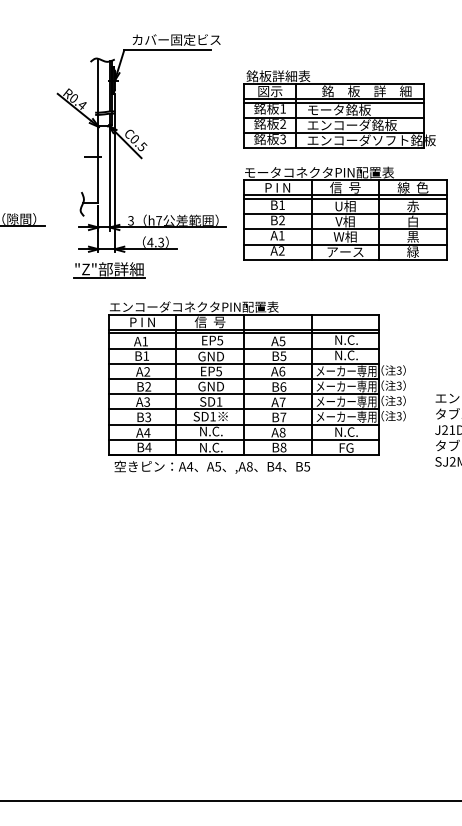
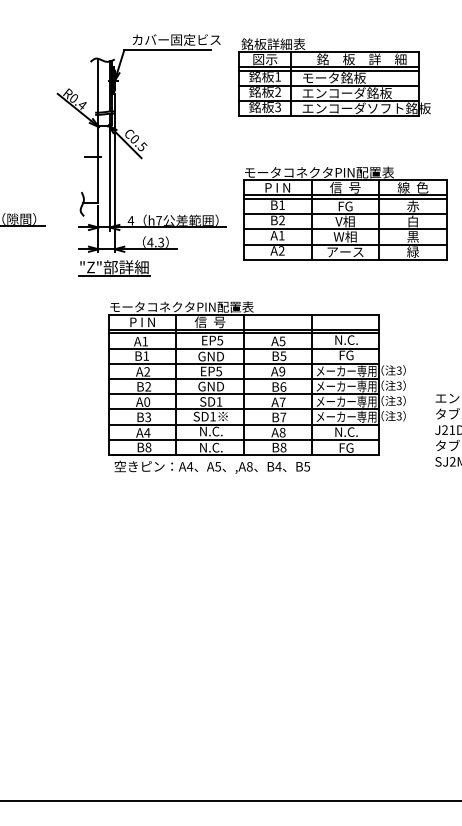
part at (339, 109) position: (339, 109) -> (334, 77)
text at (345, 206): U相 -> FG
text at (130, 220): 3 -> 4
part at (109, 270) position: (109, 270) -> (114, 268)
text at (194, 306): エンコーダコネクタPIN配置表 -> モータコネクタPIN配置表
text at (346, 355): N.C. -> FG
text at (282, 371): A6 -> A9
text at (147, 401): A3 -> A0
text at (148, 447): B4 -> B8
